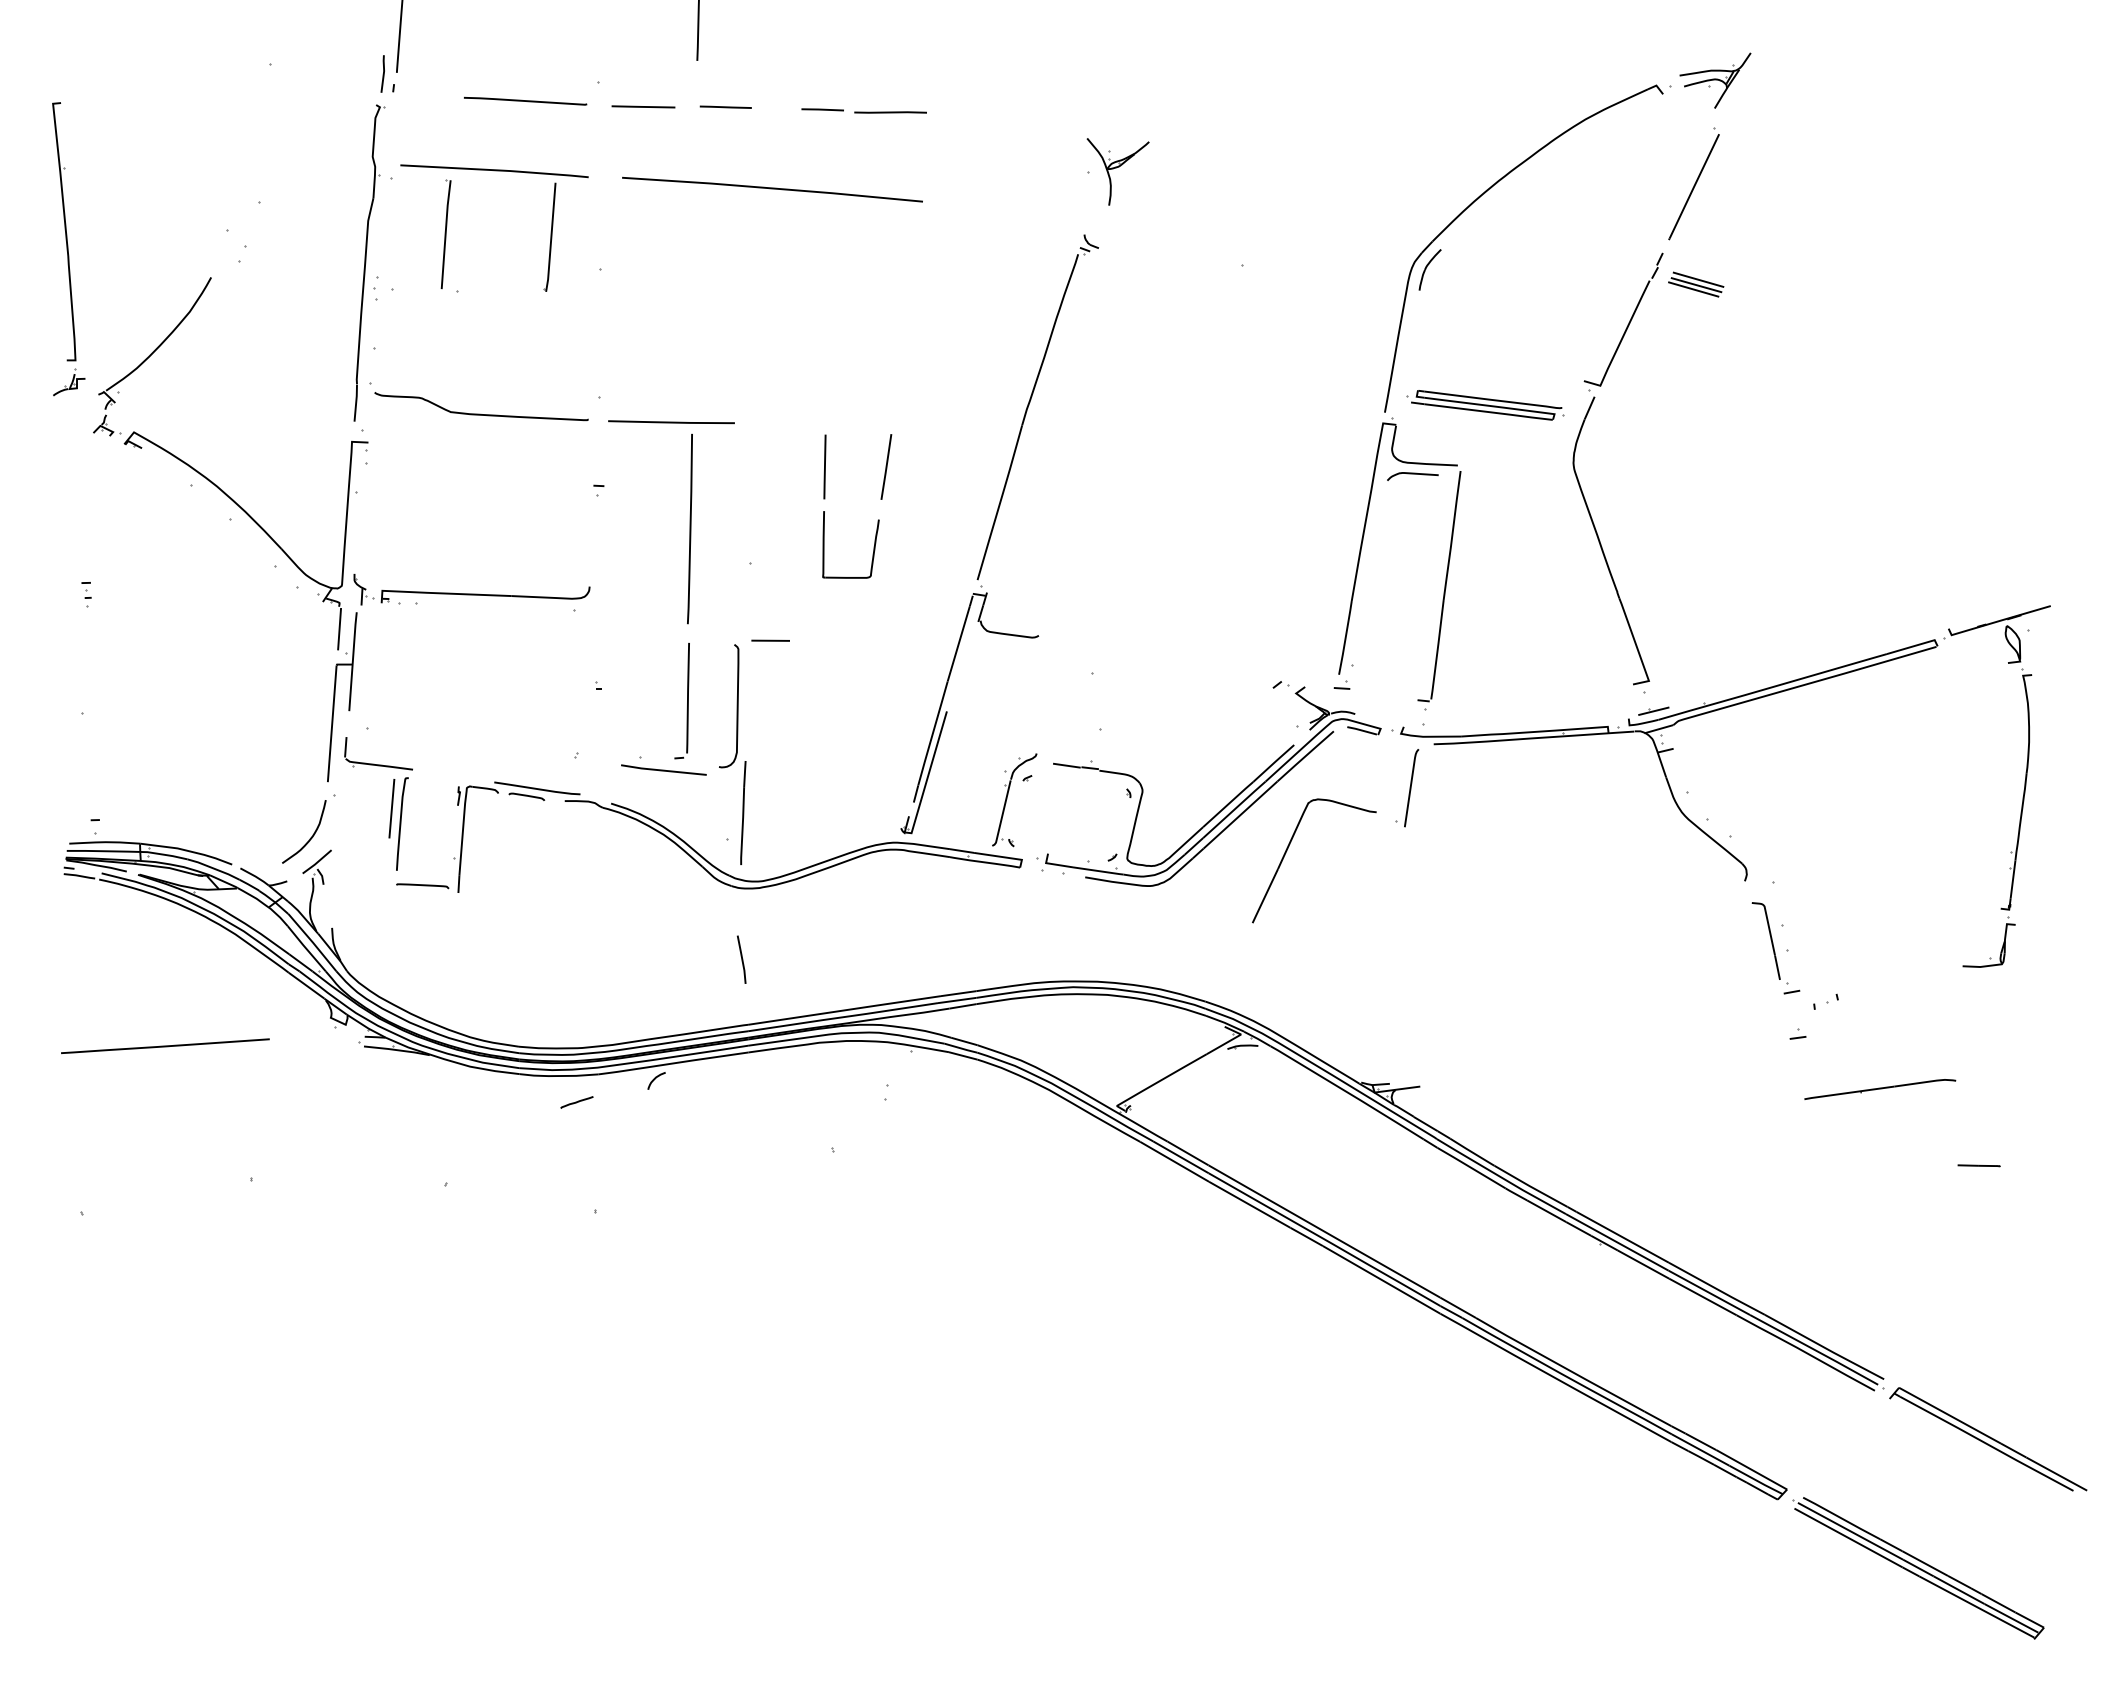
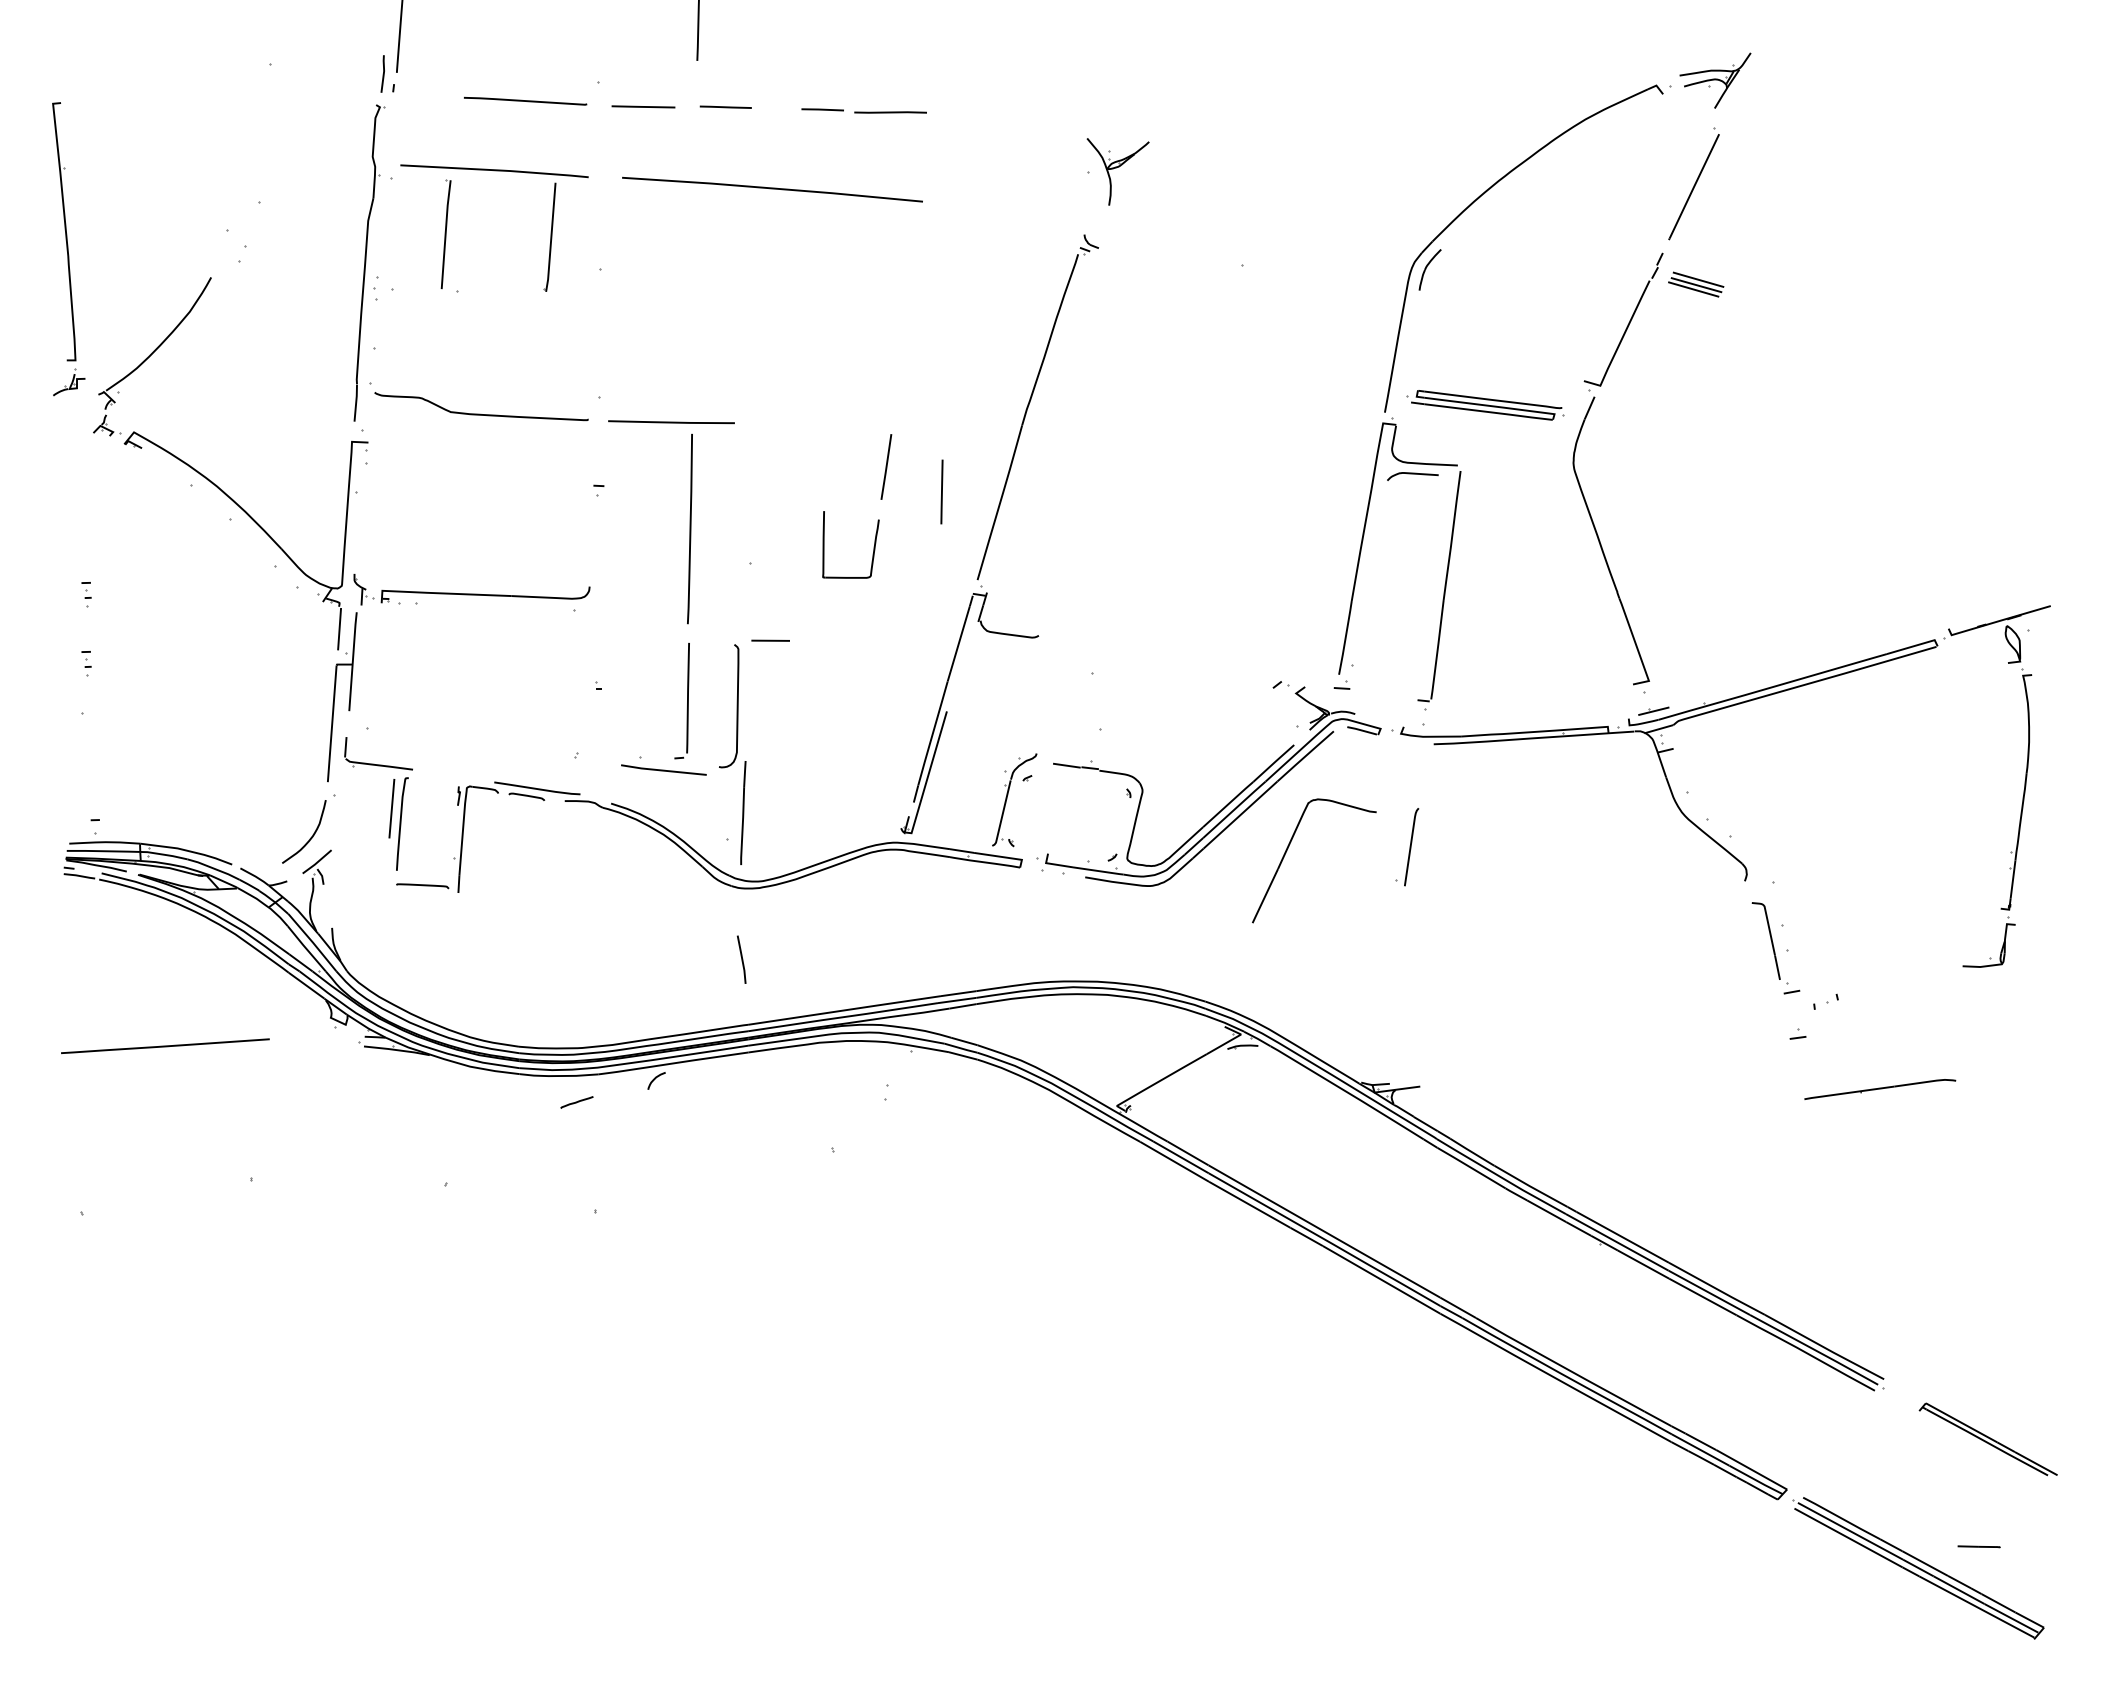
line at (824, 466) position: (824, 466) -> (941, 491)
part at (86, 663): none -> present
part at (1407, 788) position: (1407, 788) -> (1407, 847)
line at (1978, 1165) position: (1978, 1165) -> (1978, 1546)
part at (1988, 1439) size: 199x105 px -> 140x75 px
